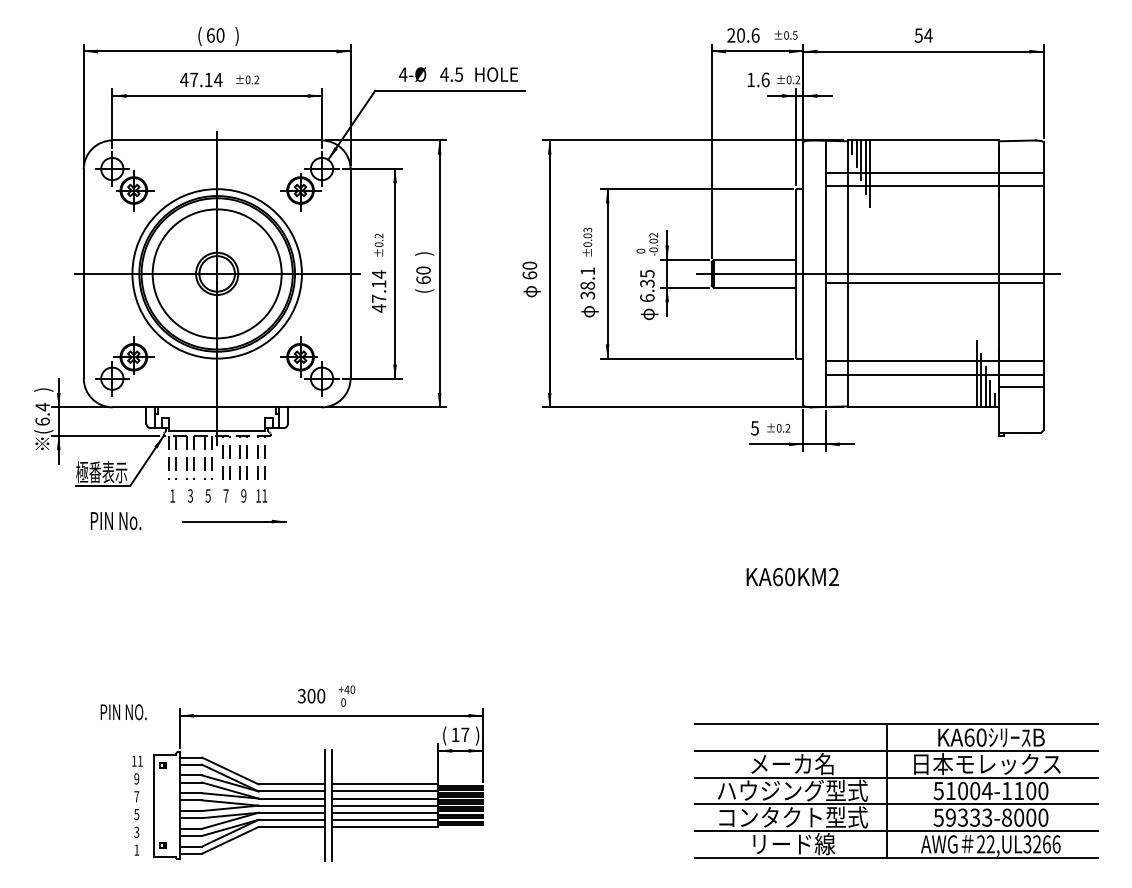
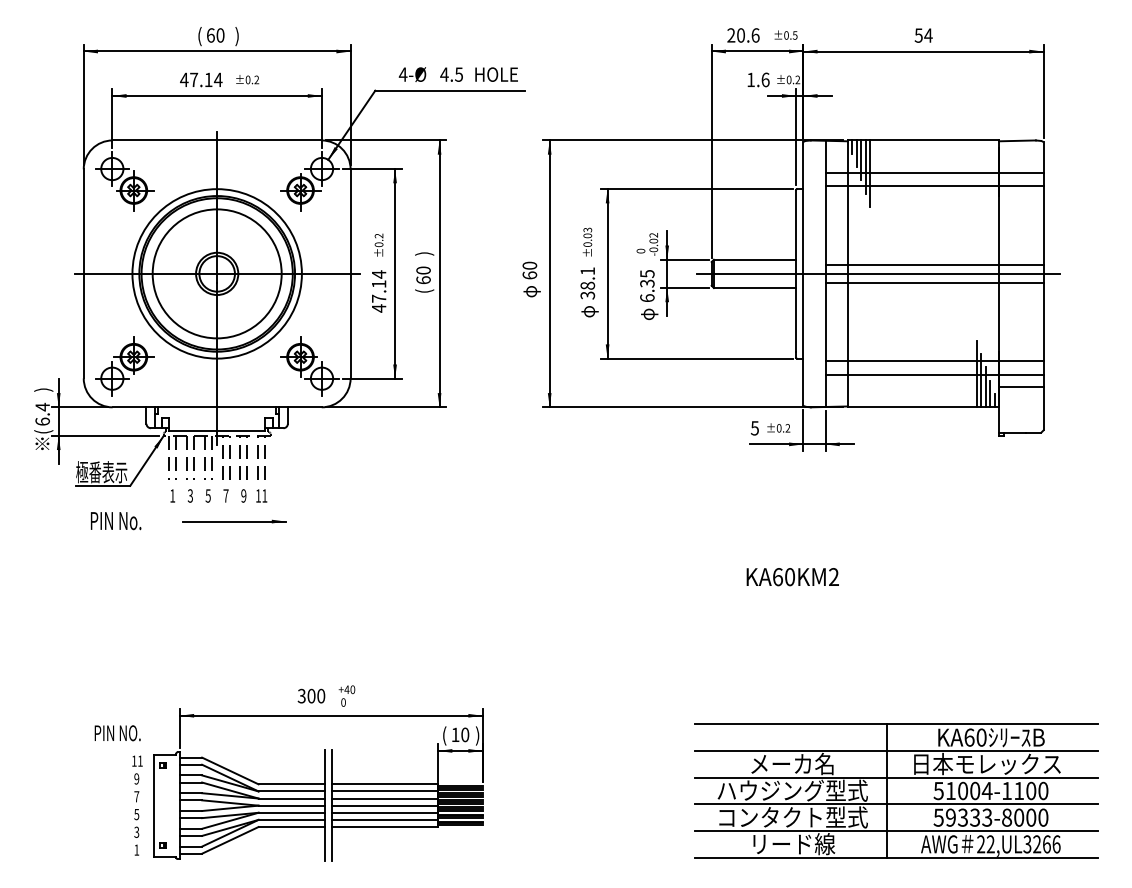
line at (934, 264): none -> present
text at (123, 712) position: (123, 712) -> (117, 733)
text at (465, 734): 17 -> 10
